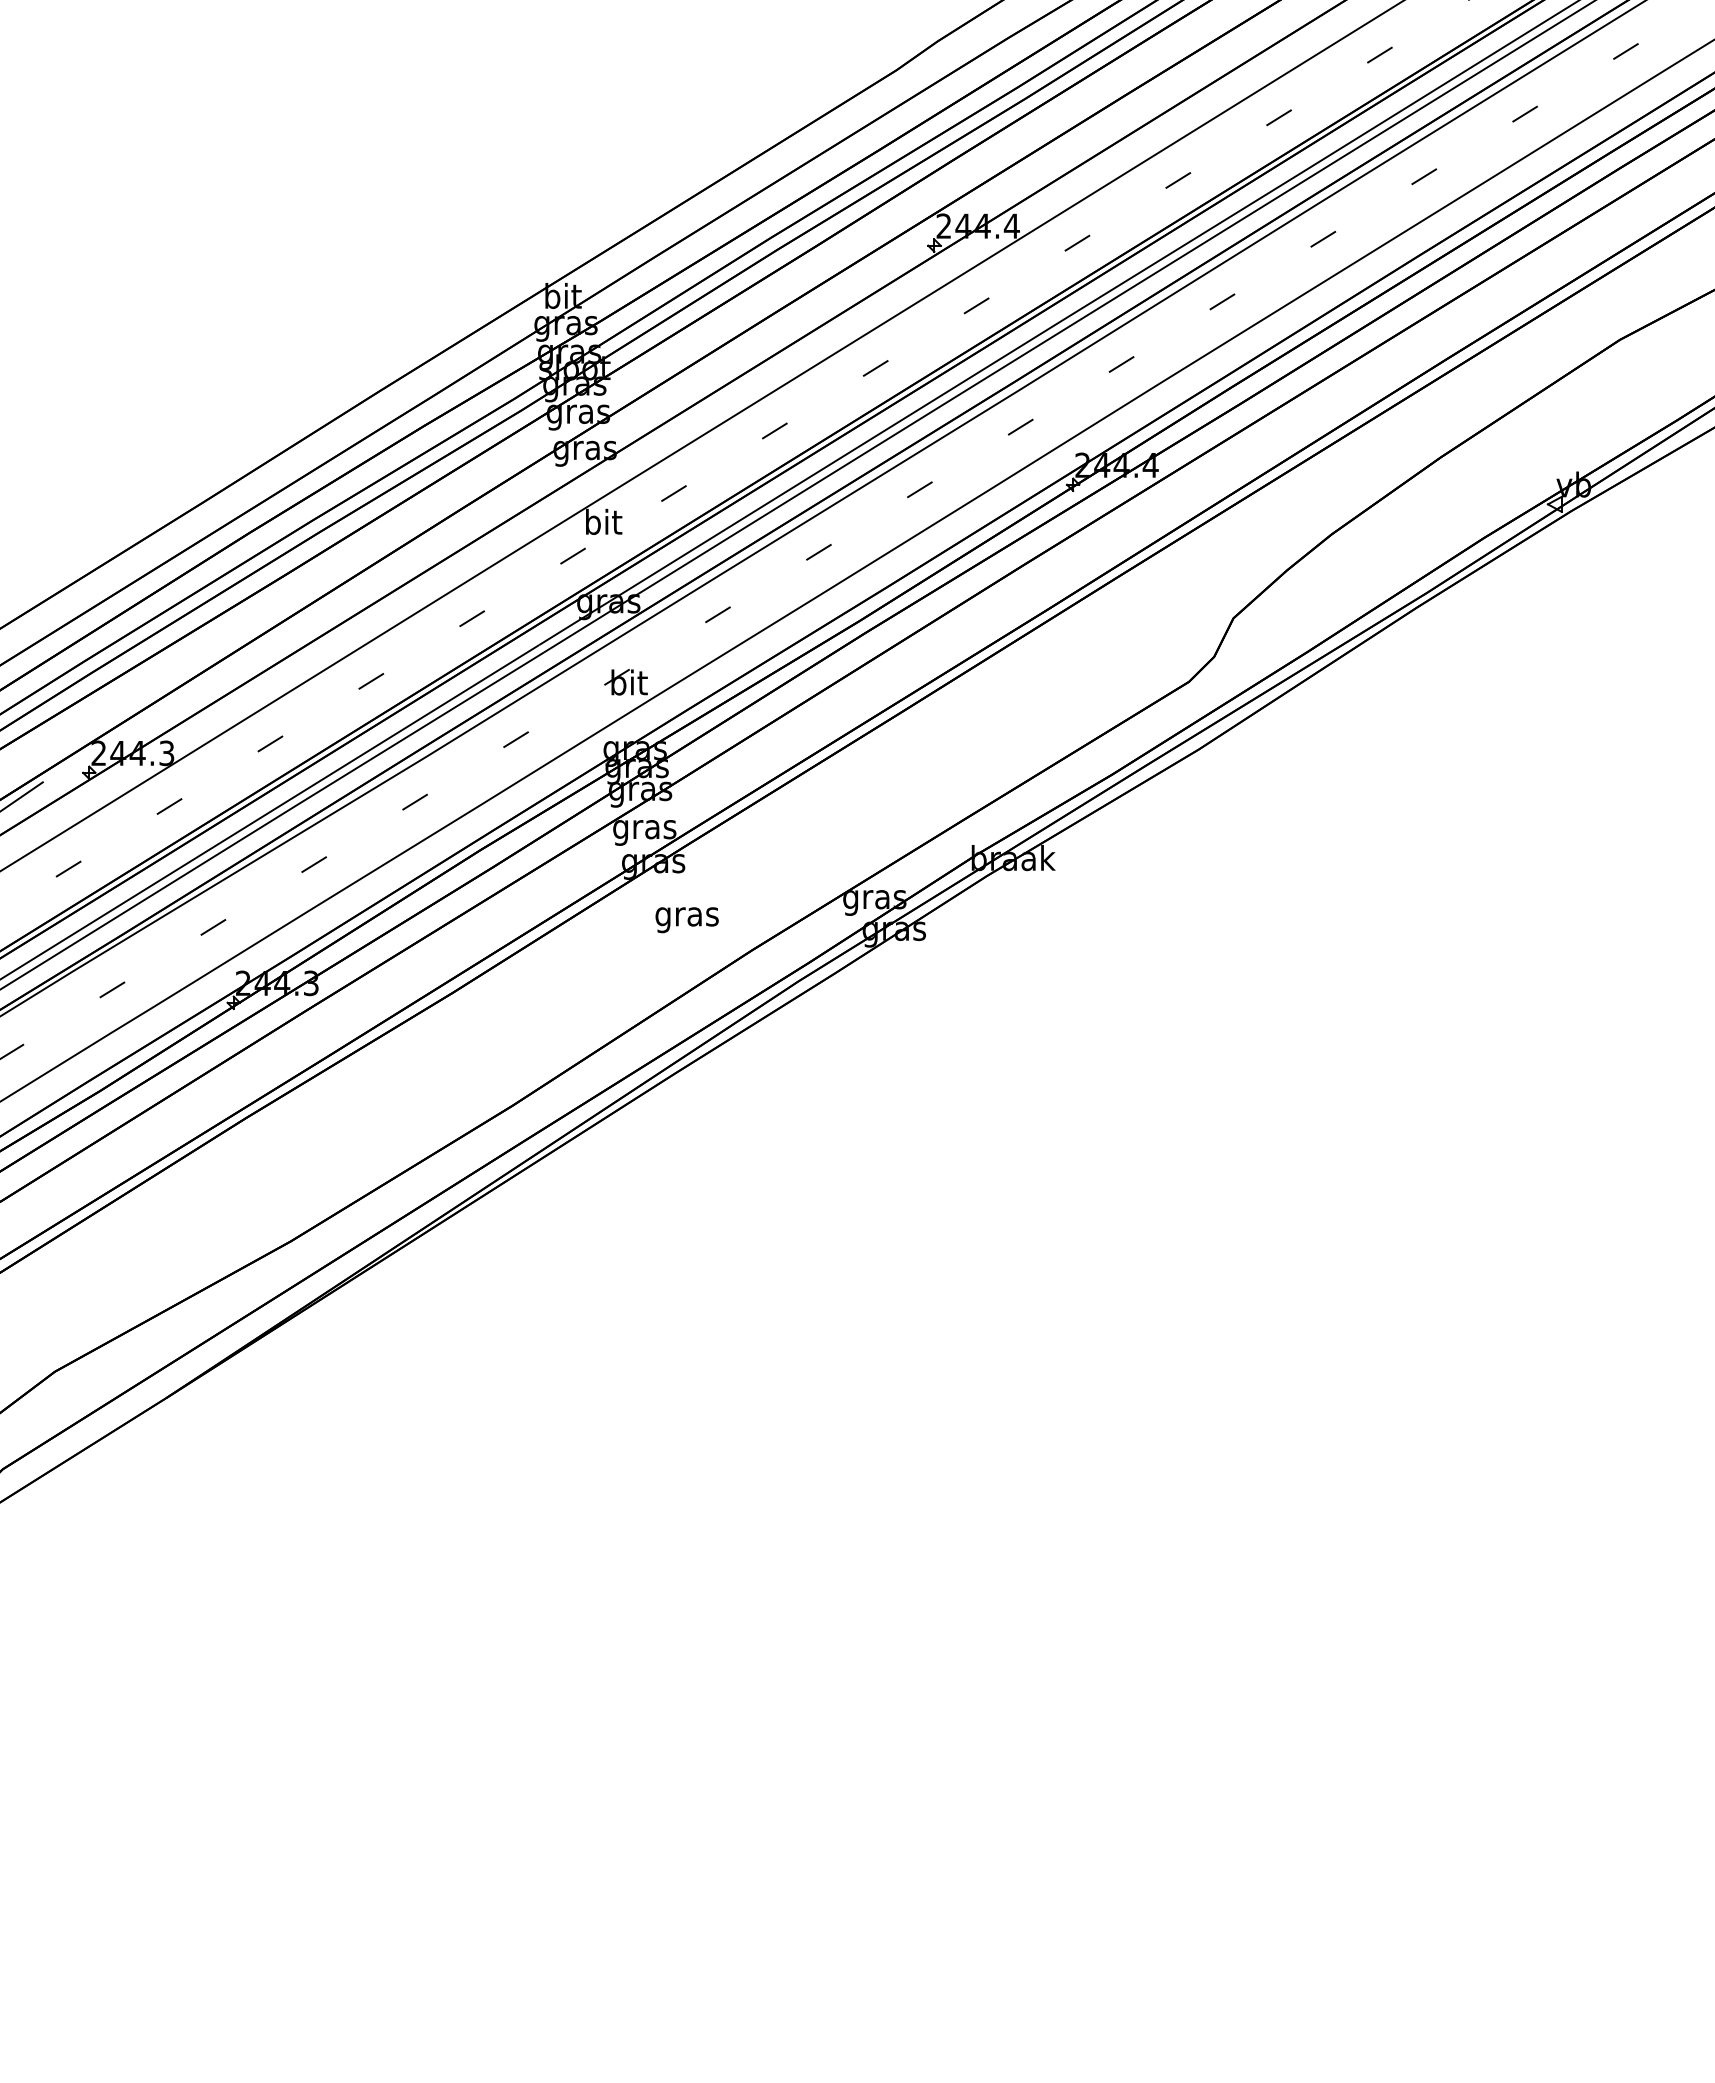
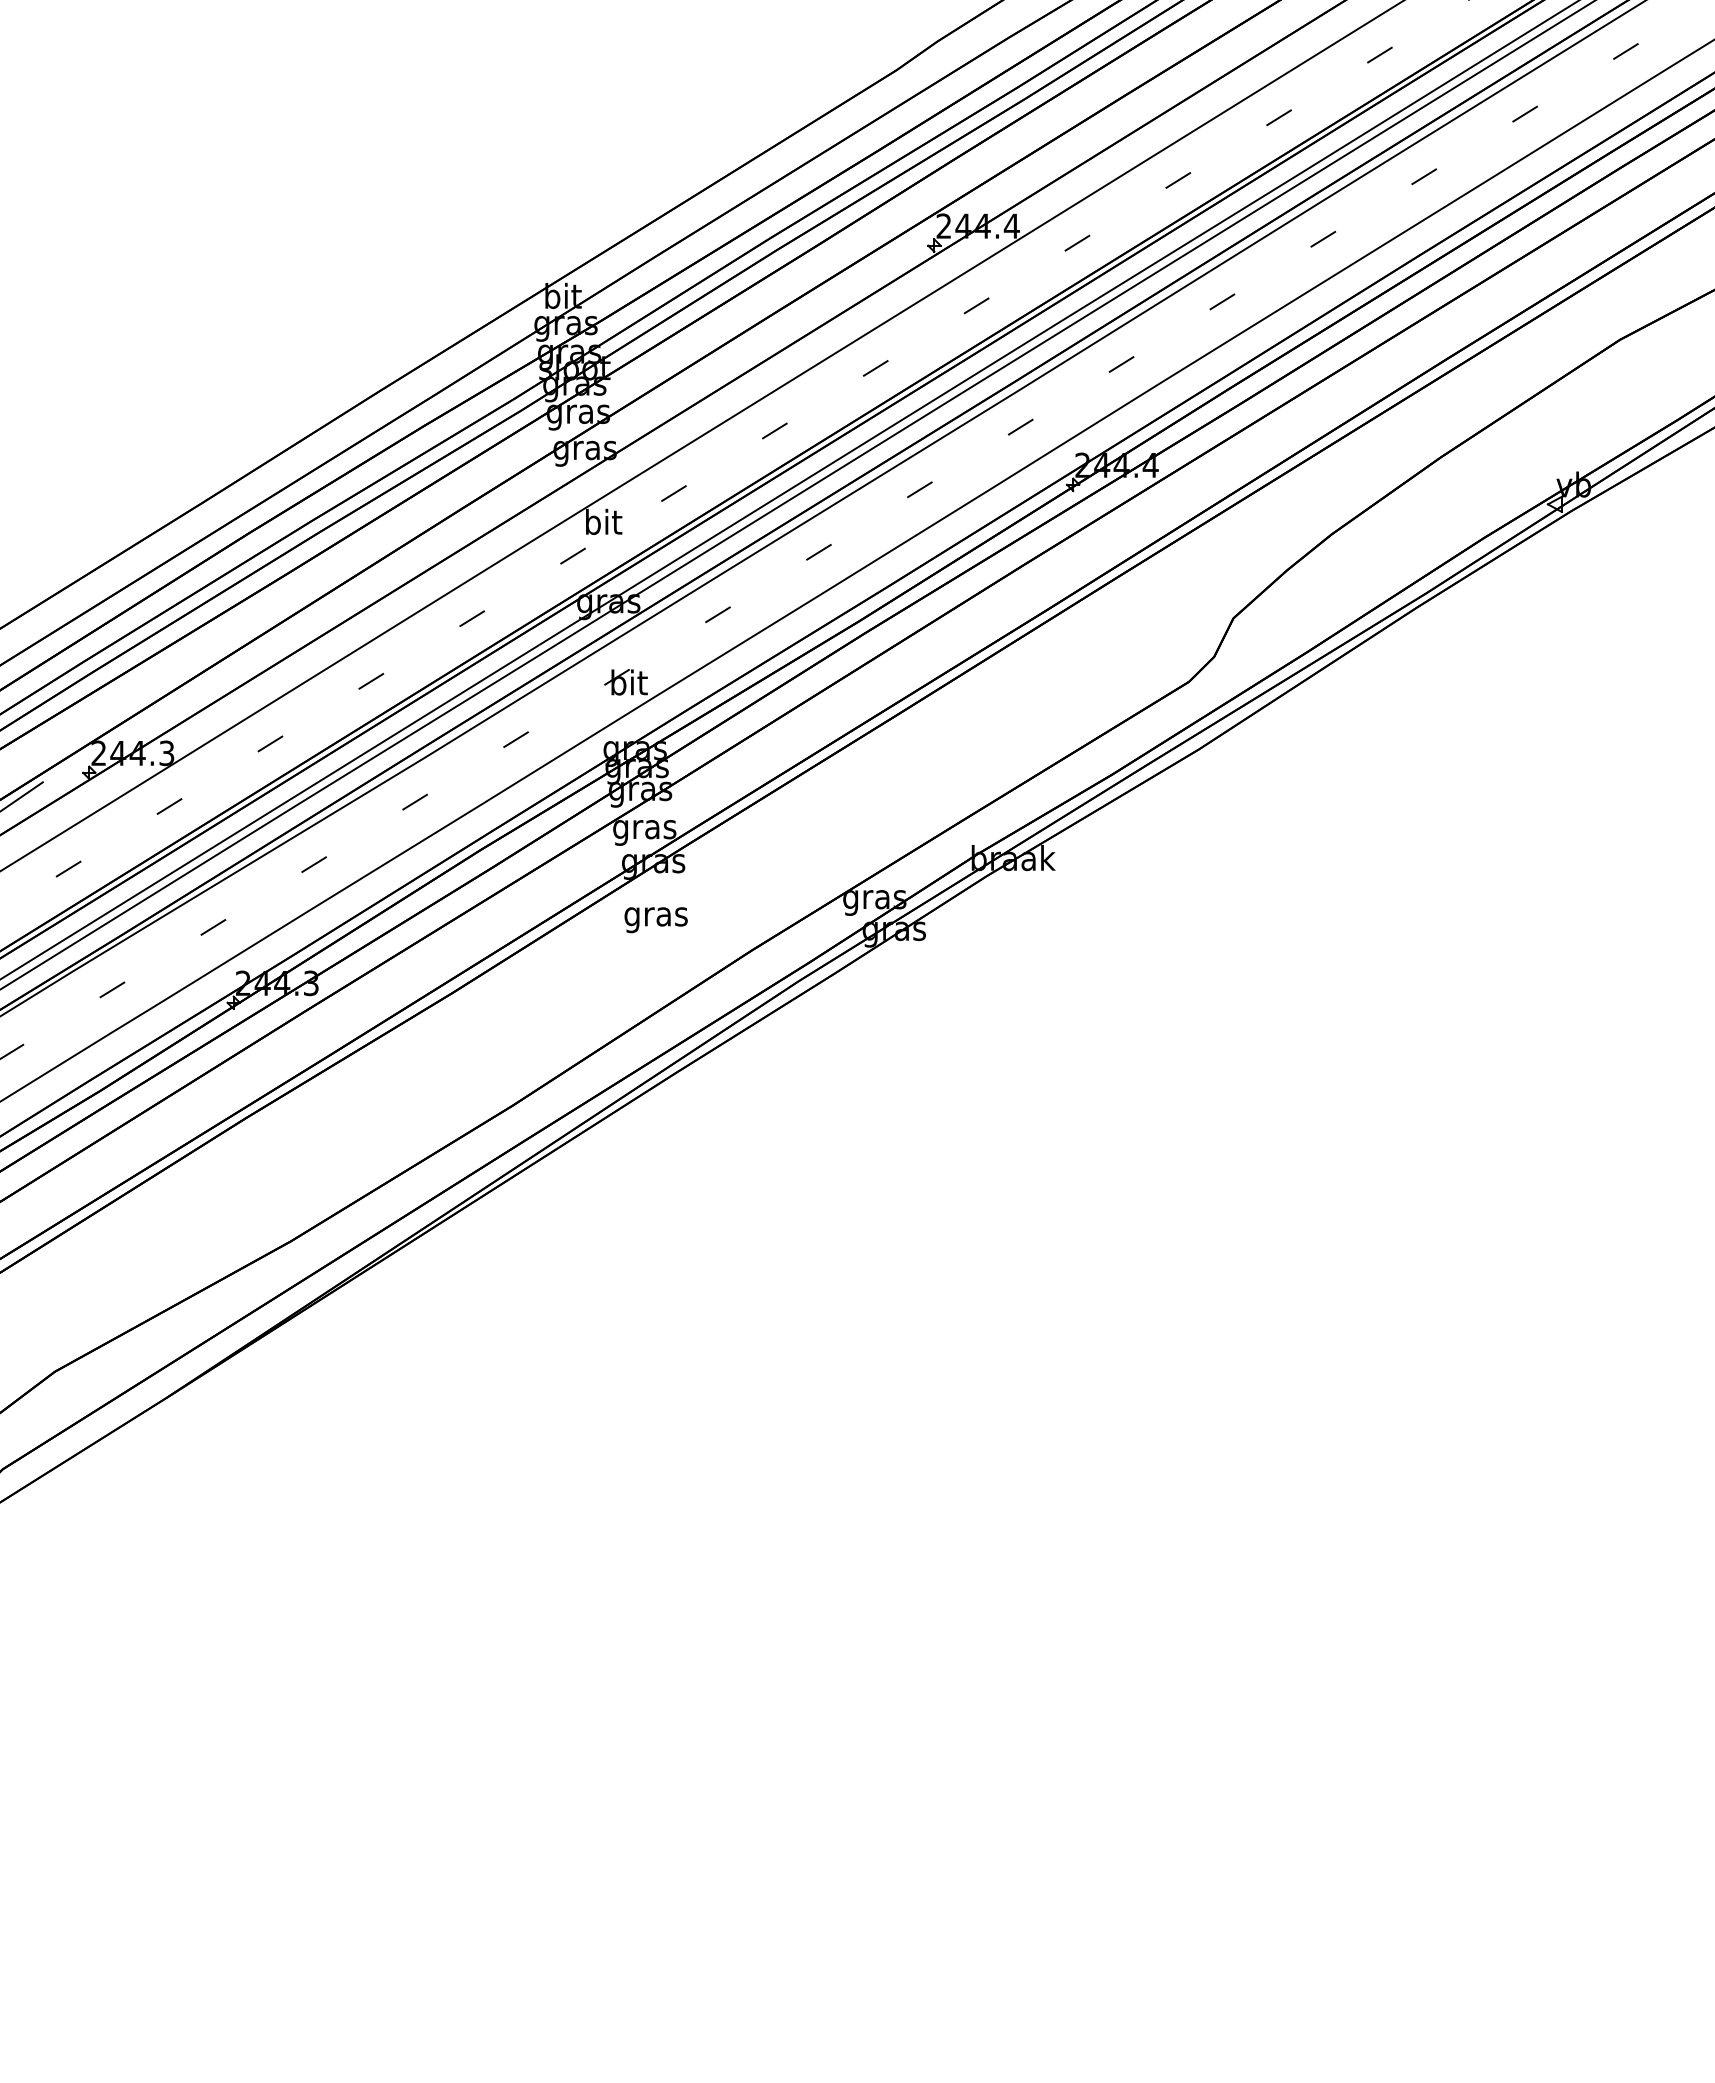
text at (686, 920) position: (686, 920) -> (655, 920)
